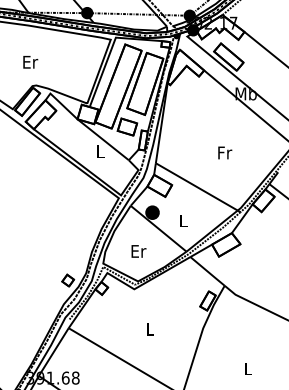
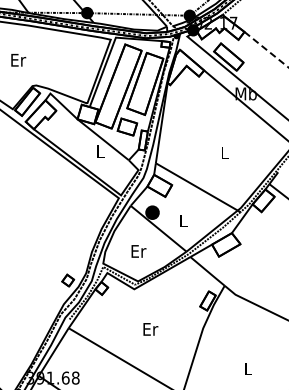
line at (266, 50): solid -> dashed
text at (30, 62) position: (30, 62) -> (18, 60)
text at (225, 152): Fr -> L
text at (150, 329): L -> Er
